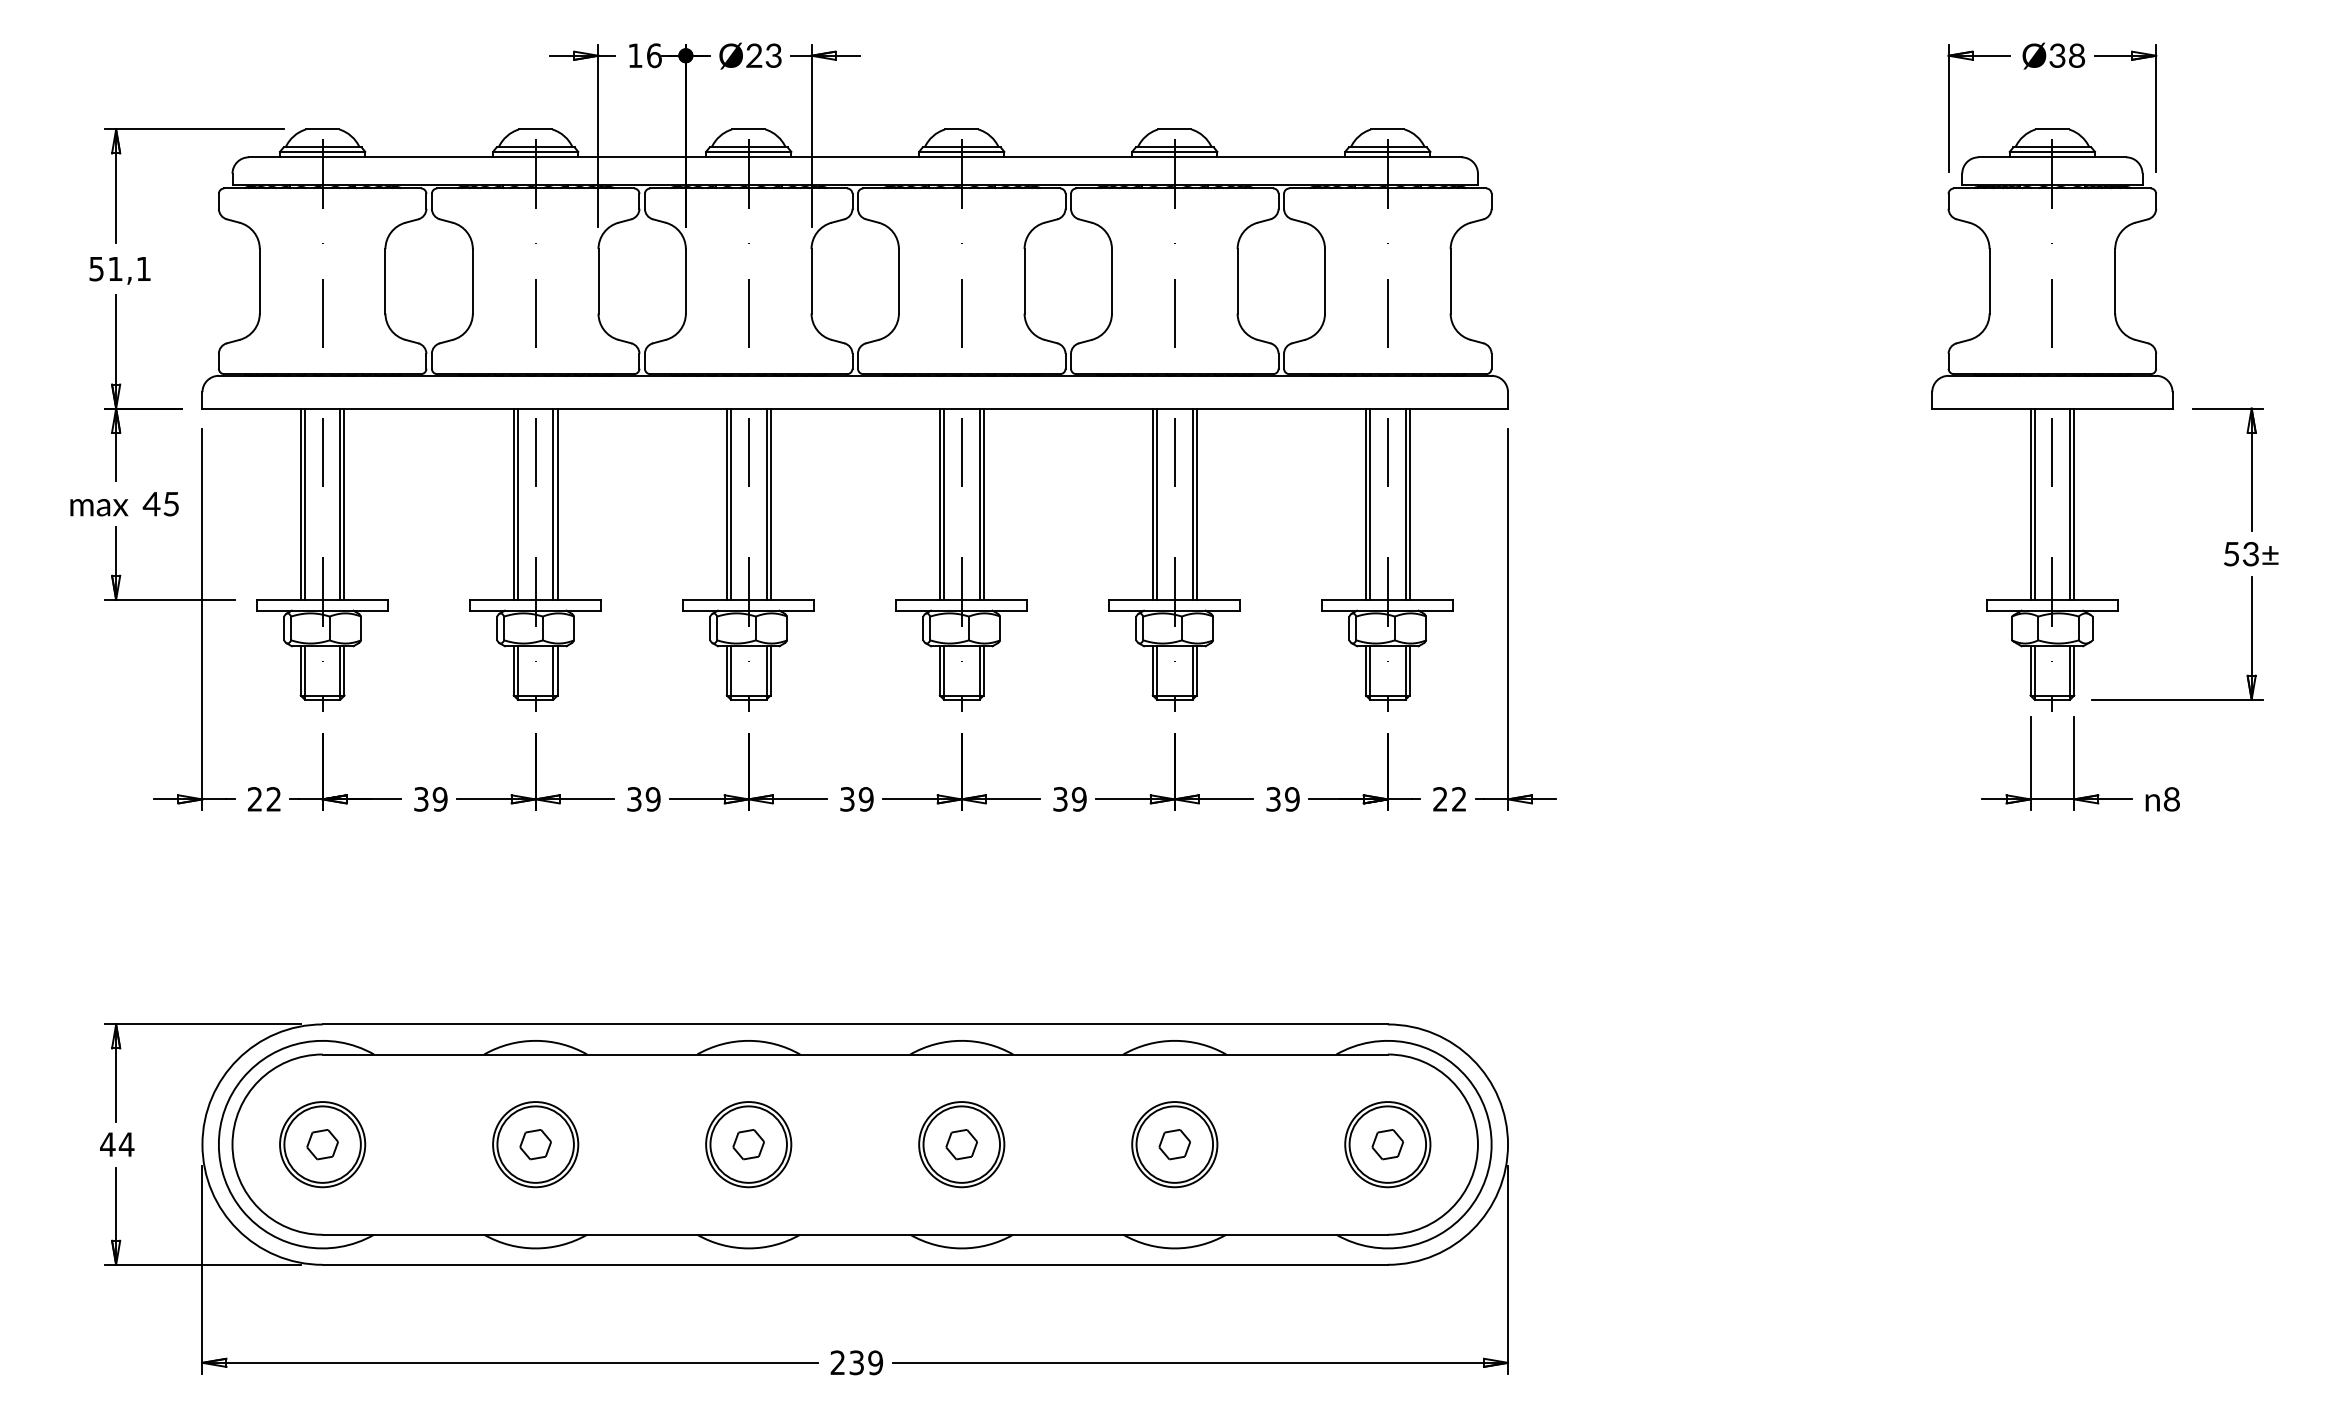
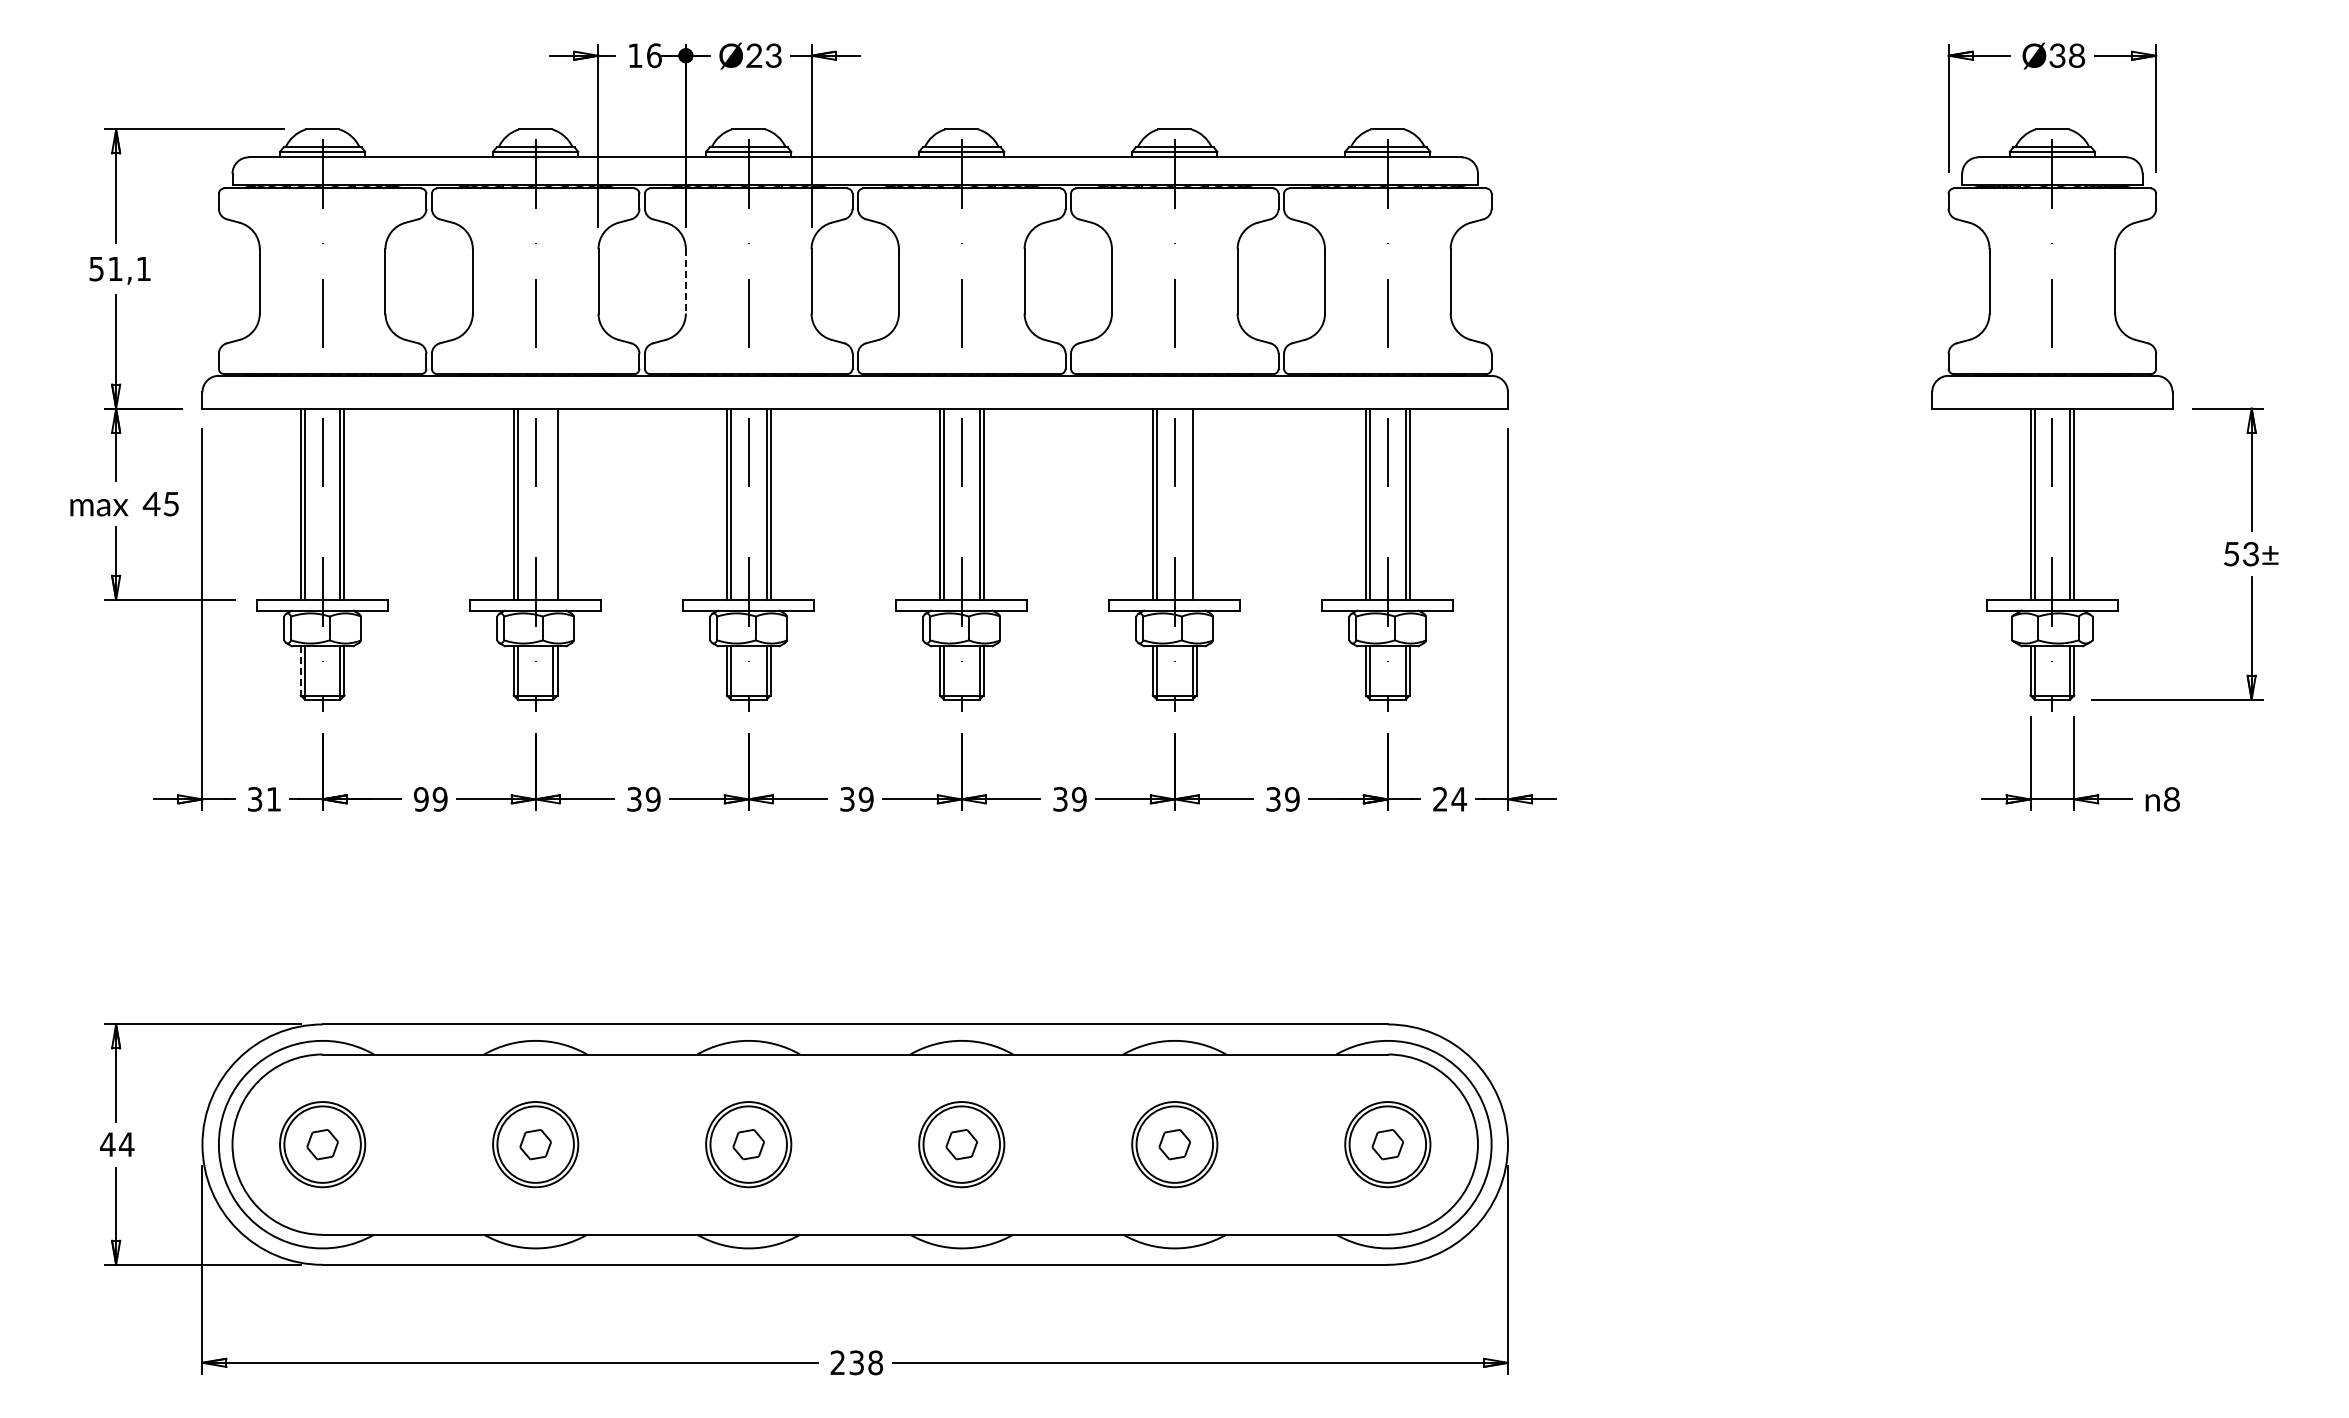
line at (685, 281): solid -> dashed
line at (553, 503): present -> none
line at (1196, 503): present -> none
line at (300, 670): solid -> dashed
text at (264, 799): 22 -> 31
text at (420, 799): 39 -> 99
text at (1459, 799): 22 -> 24
text at (875, 1362): 239 -> 238
